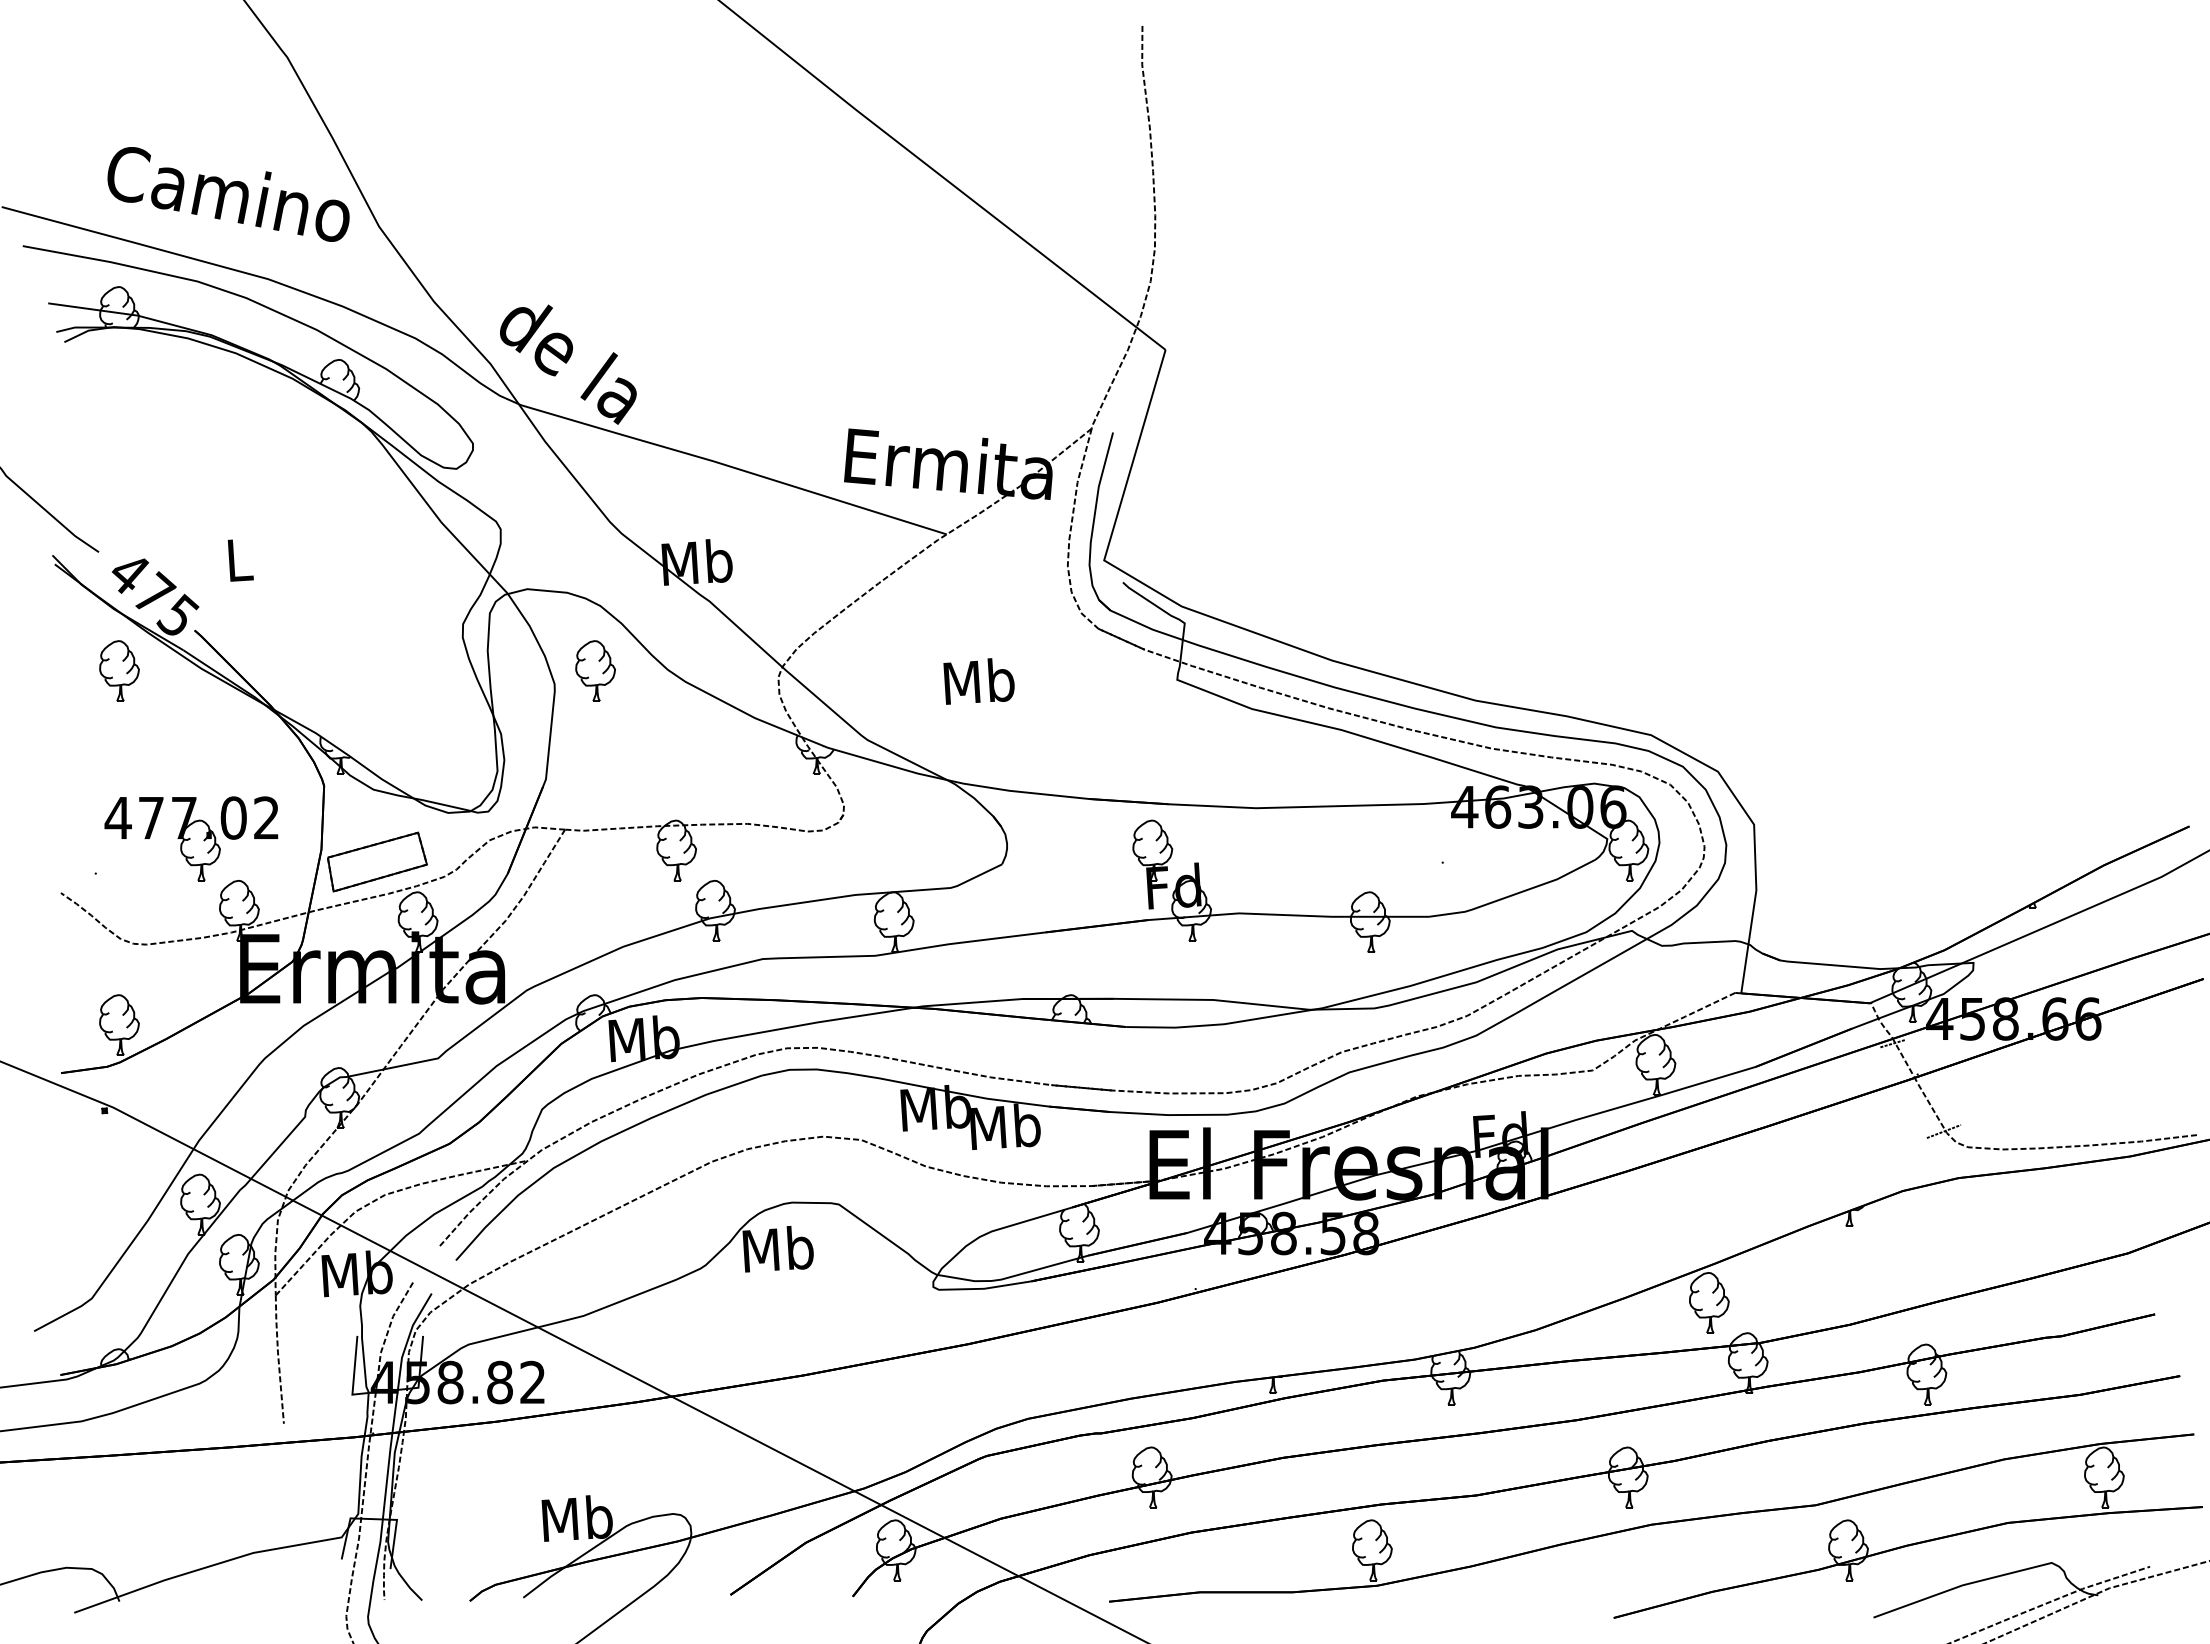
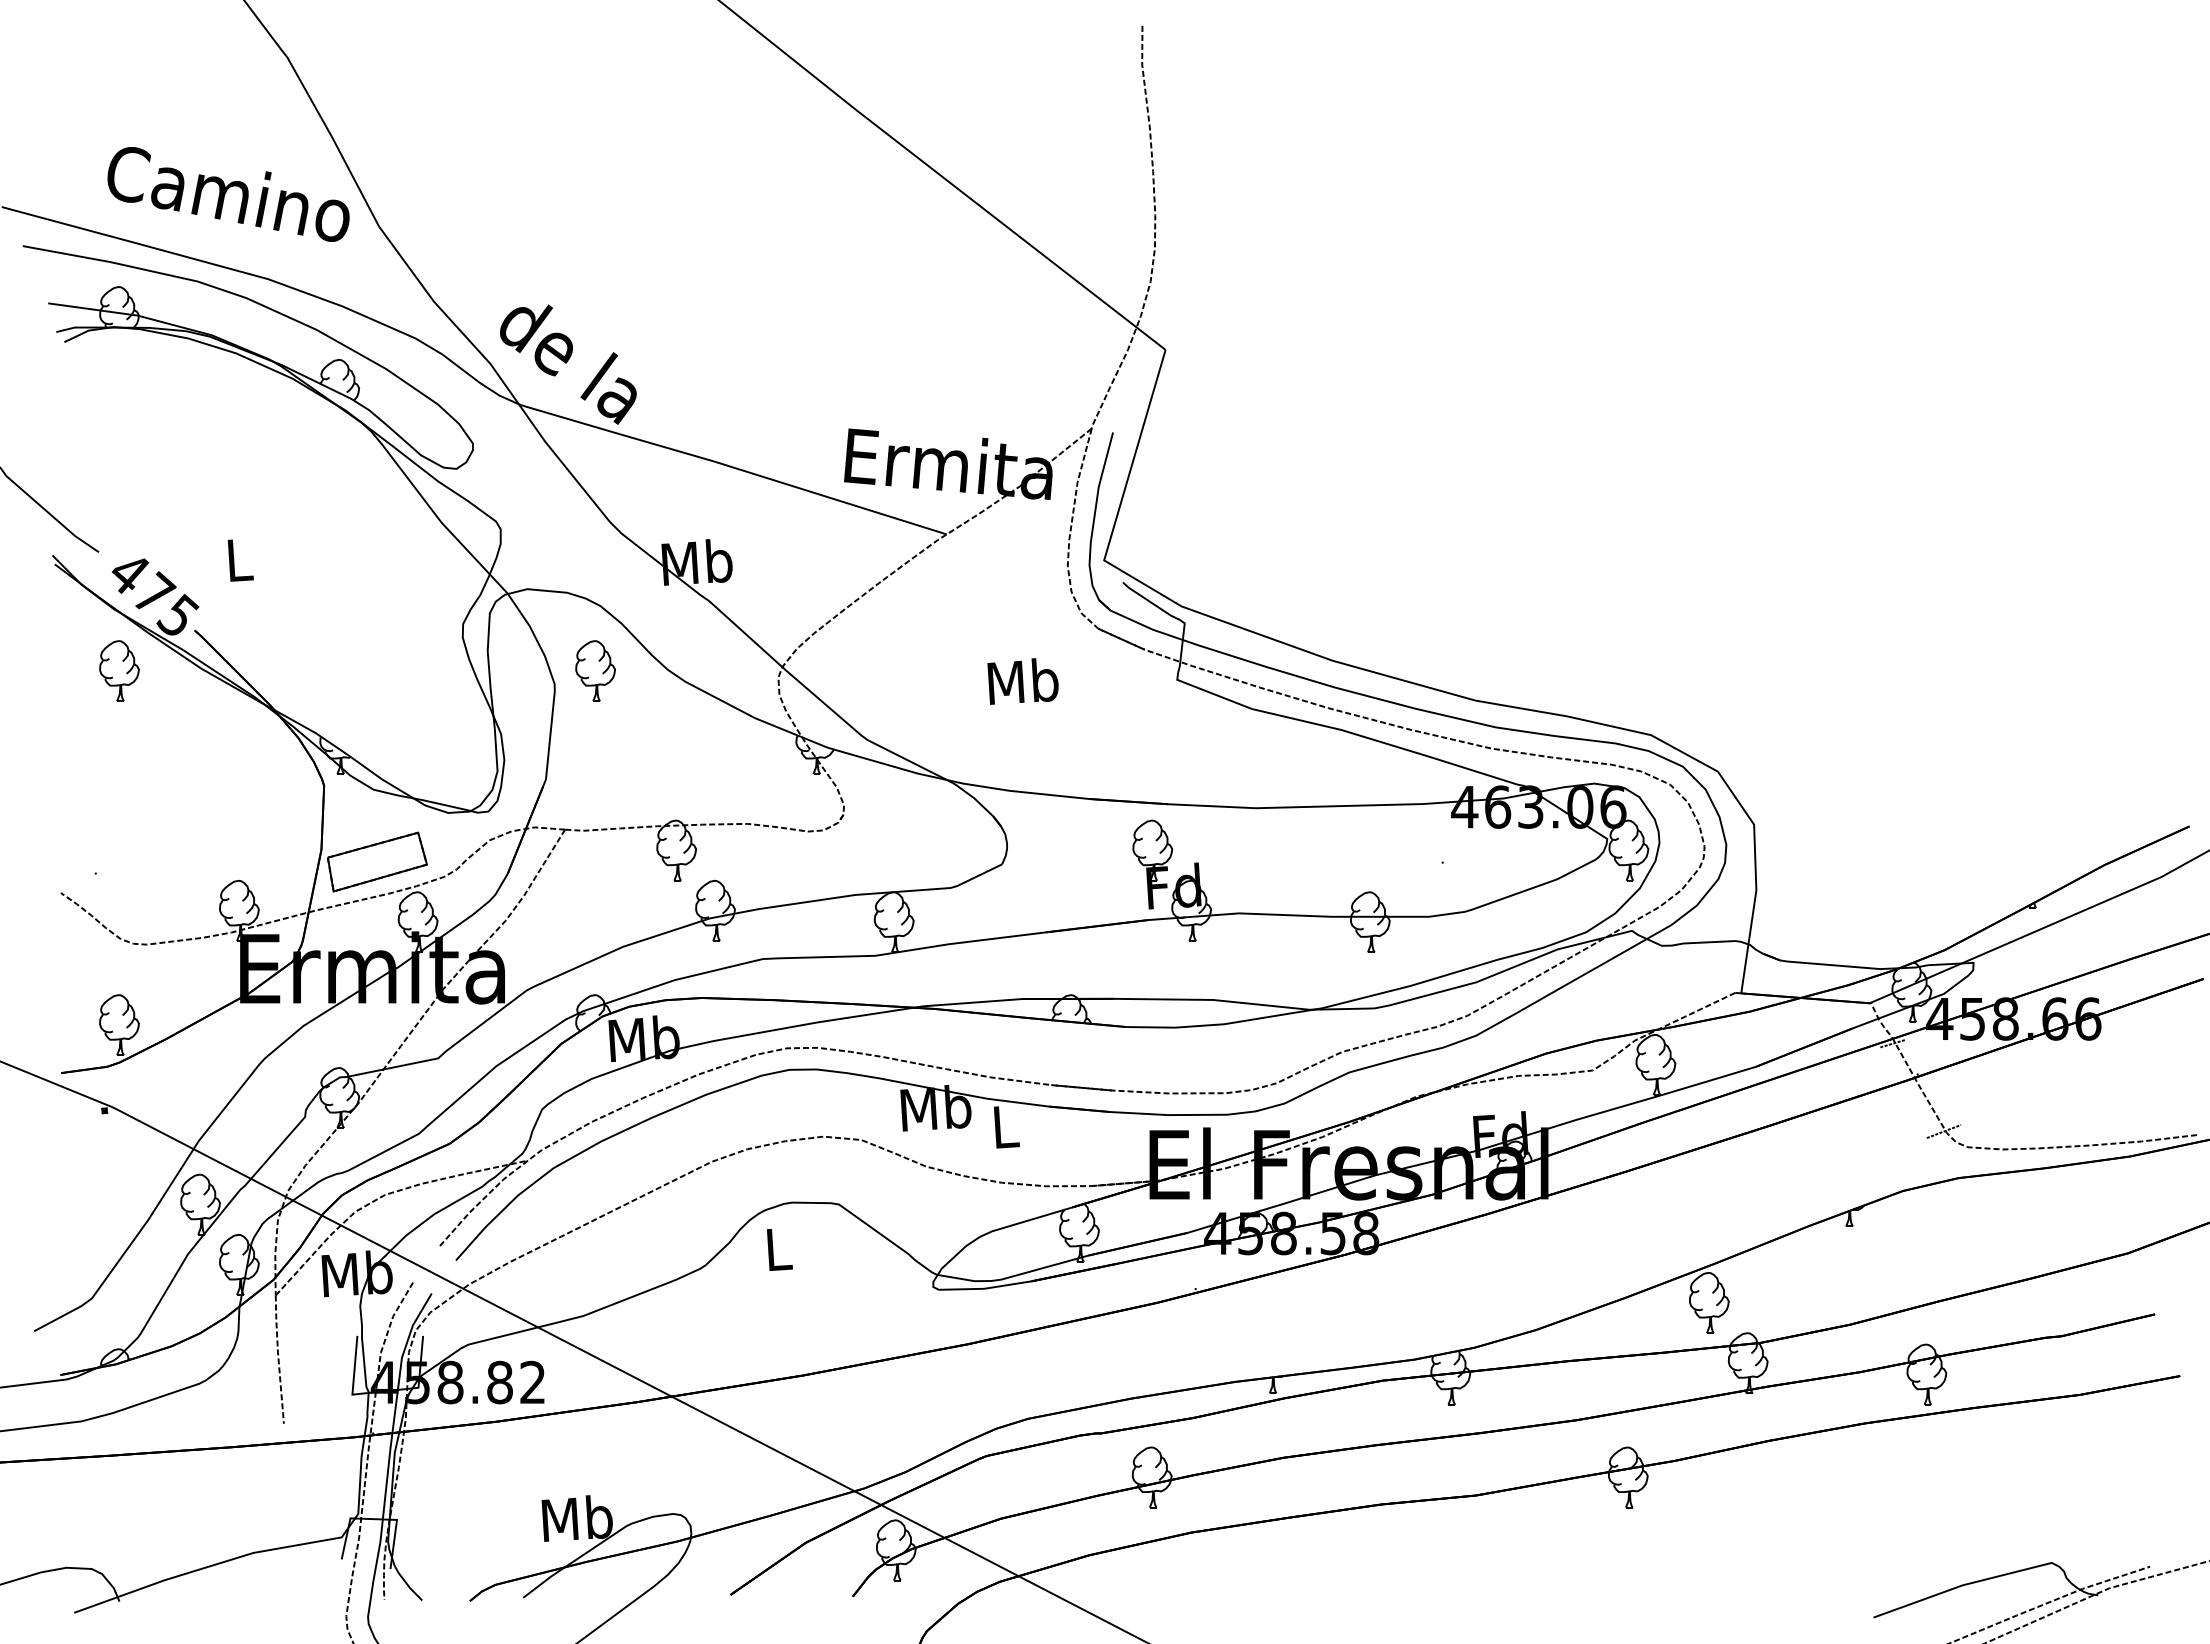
text at (978, 681) position: (978, 681) -> (1022, 681)
part at (191, 838): present -> none
text at (1005, 1126): Mb -> L
text at (777, 1248): Mb -> L
part at (1655, 1525): present -> none
